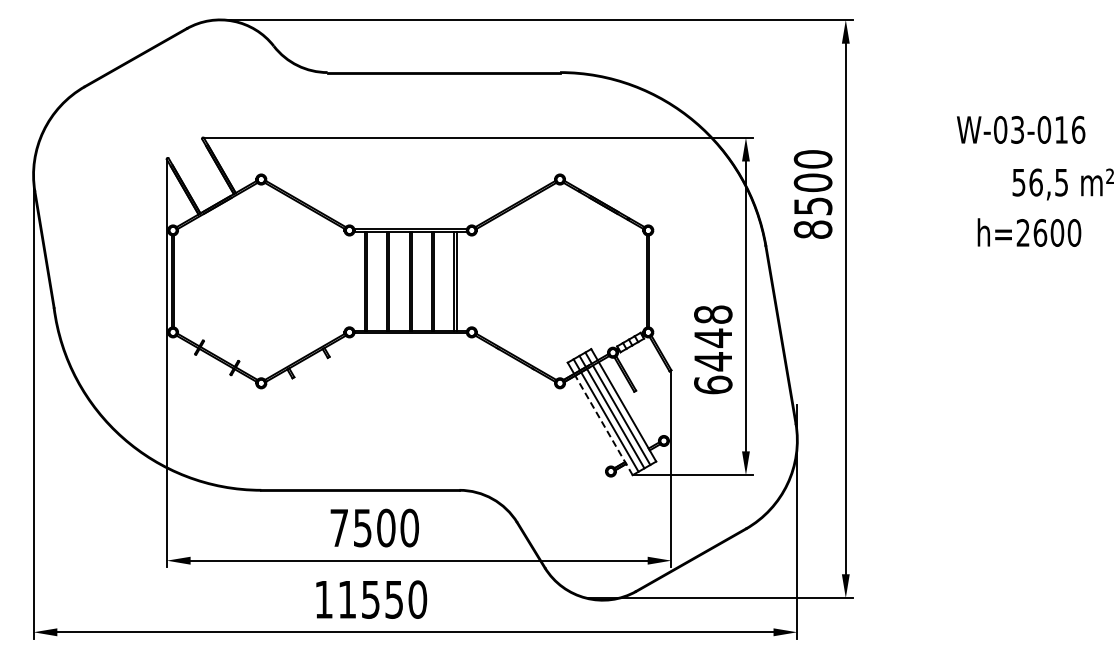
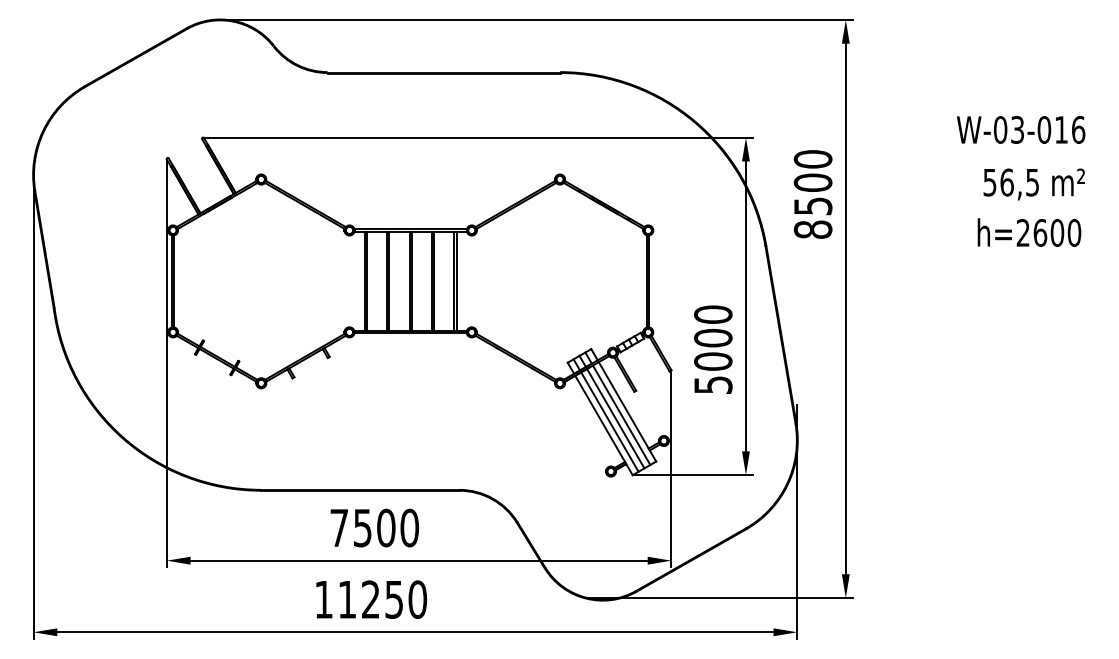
text at (1062, 184) position: (1062, 184) -> (1033, 184)
text at (713, 349): 6448 -> 5000
line at (603, 425): dashed -> solid
text at (370, 599): 11550 -> 11250
